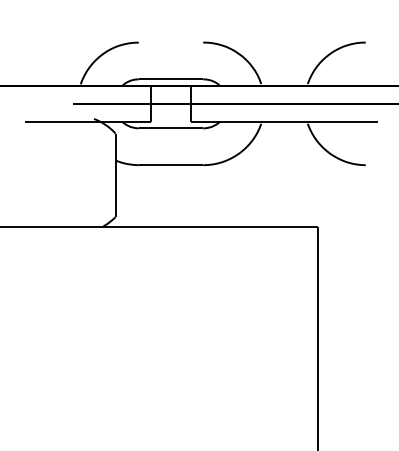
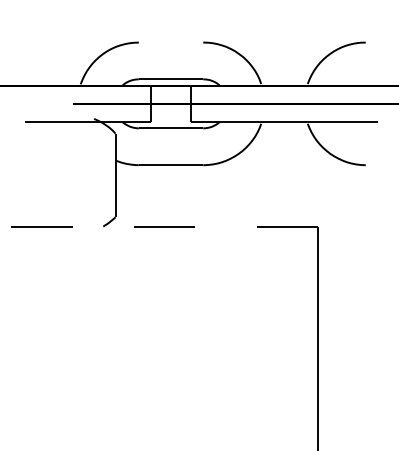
line at (159, 226): solid -> dashed
